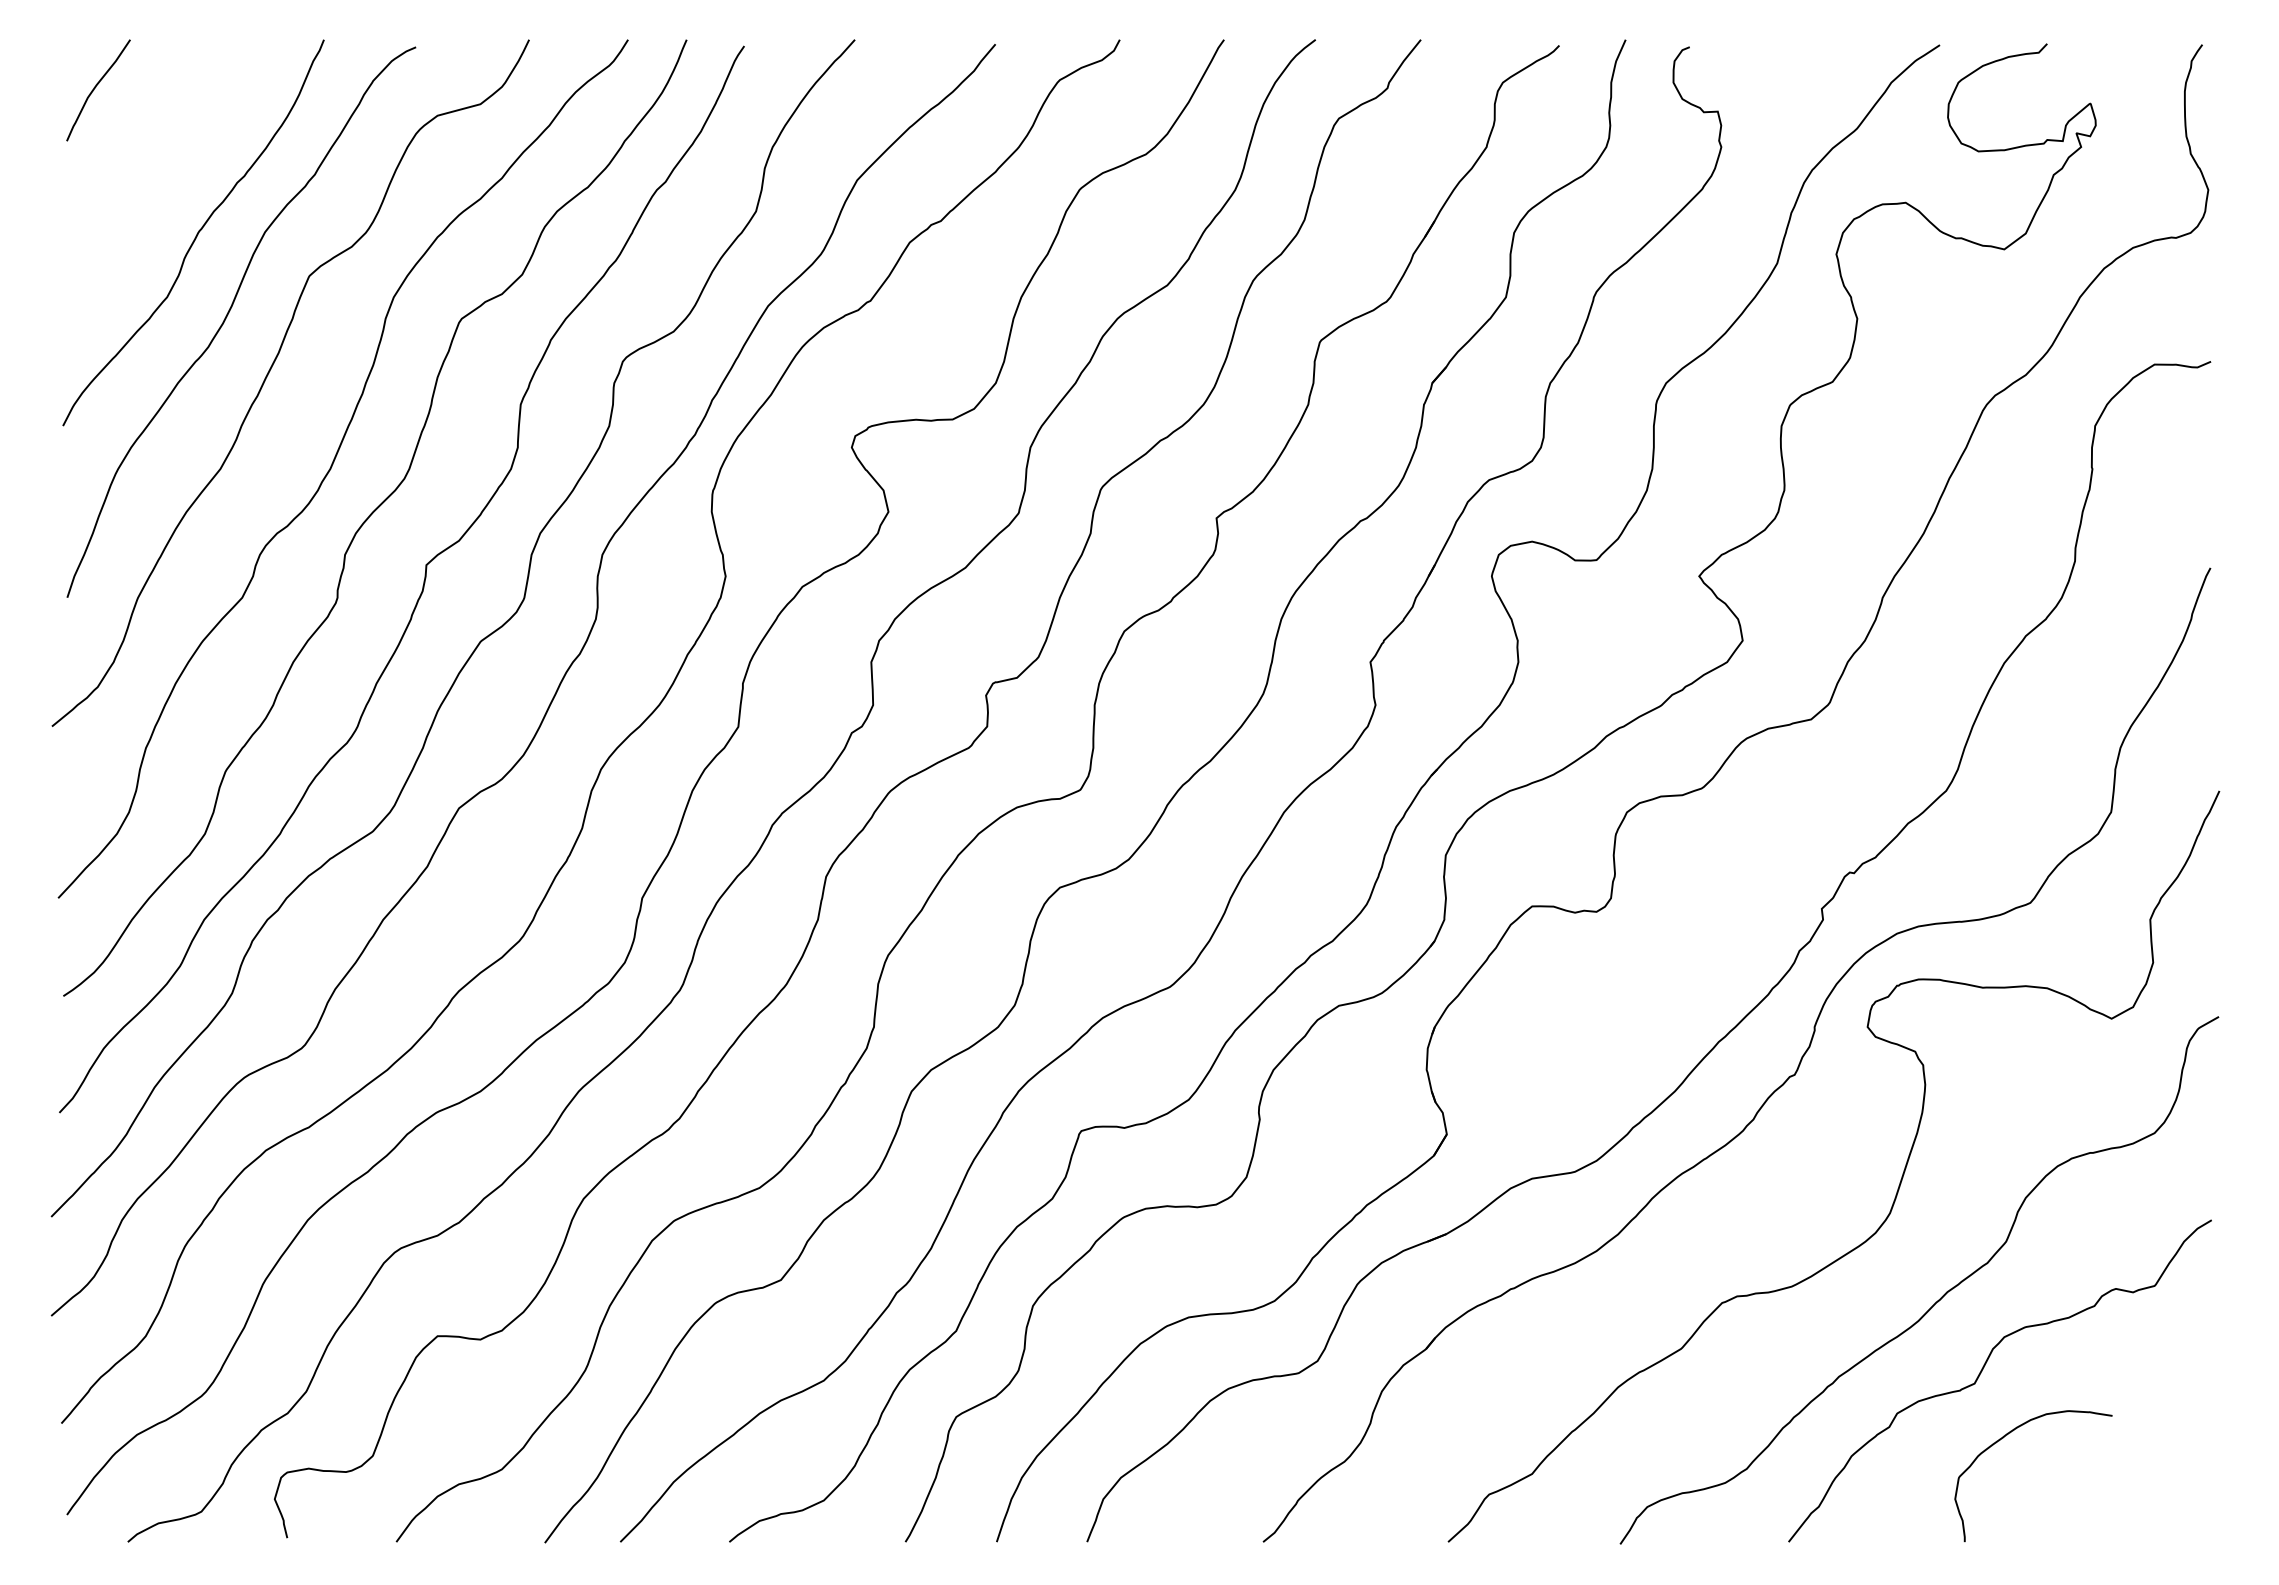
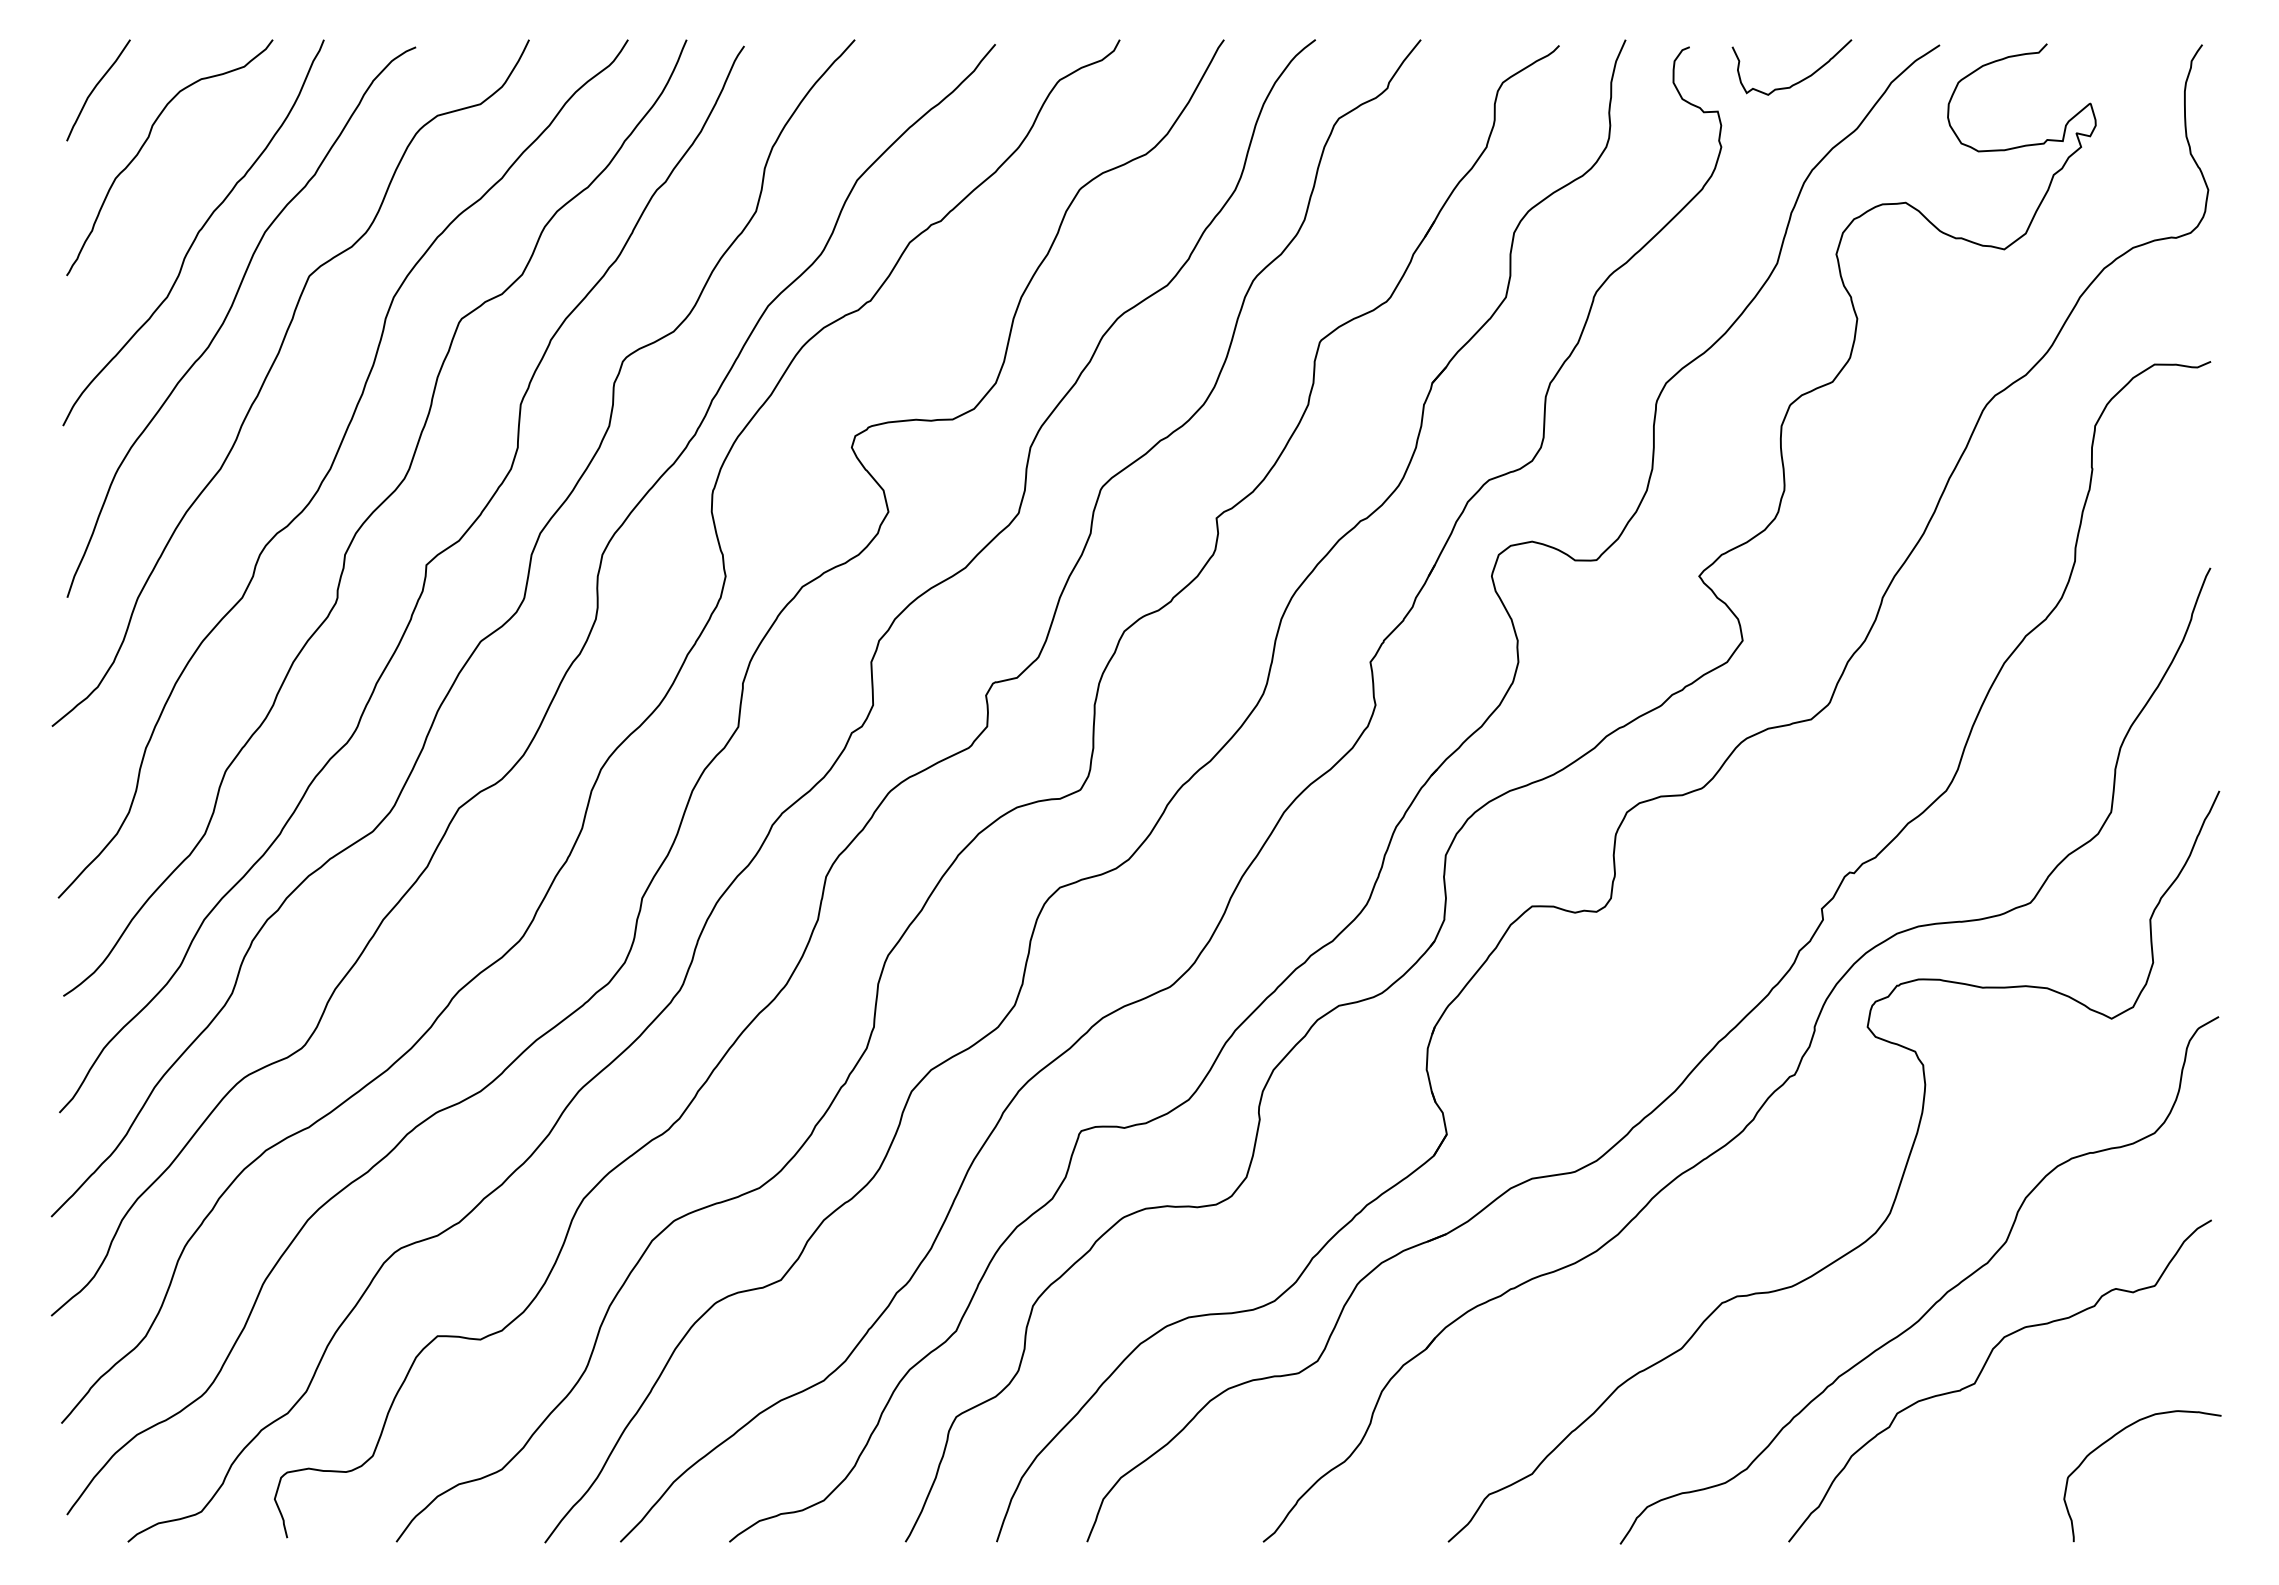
curve at (1798, 81): none -> present
curve at (146, 142): none -> present
curve at (2003, 1438) position: (2003, 1438) -> (2112, 1438)
